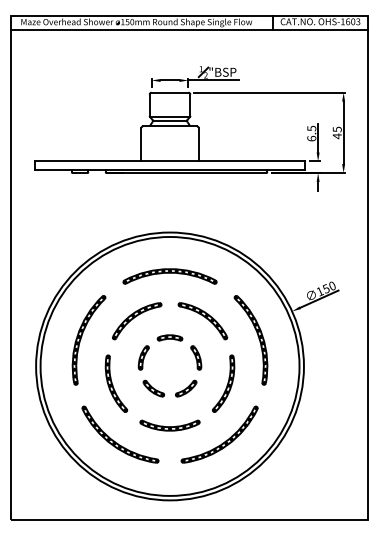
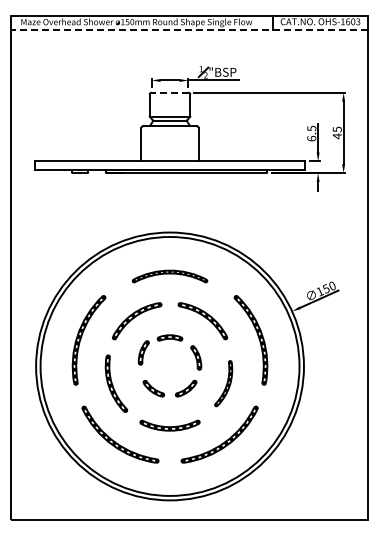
line at (189, 29): solid -> dashed
line at (170, 92): solid -> dashed
part at (169, 276) size: 96x17 px -> 78x15 px
part at (143, 357) position: (143, 357) -> (143, 352)
part at (223, 383) size: 24x59 px -> 20x48 px
